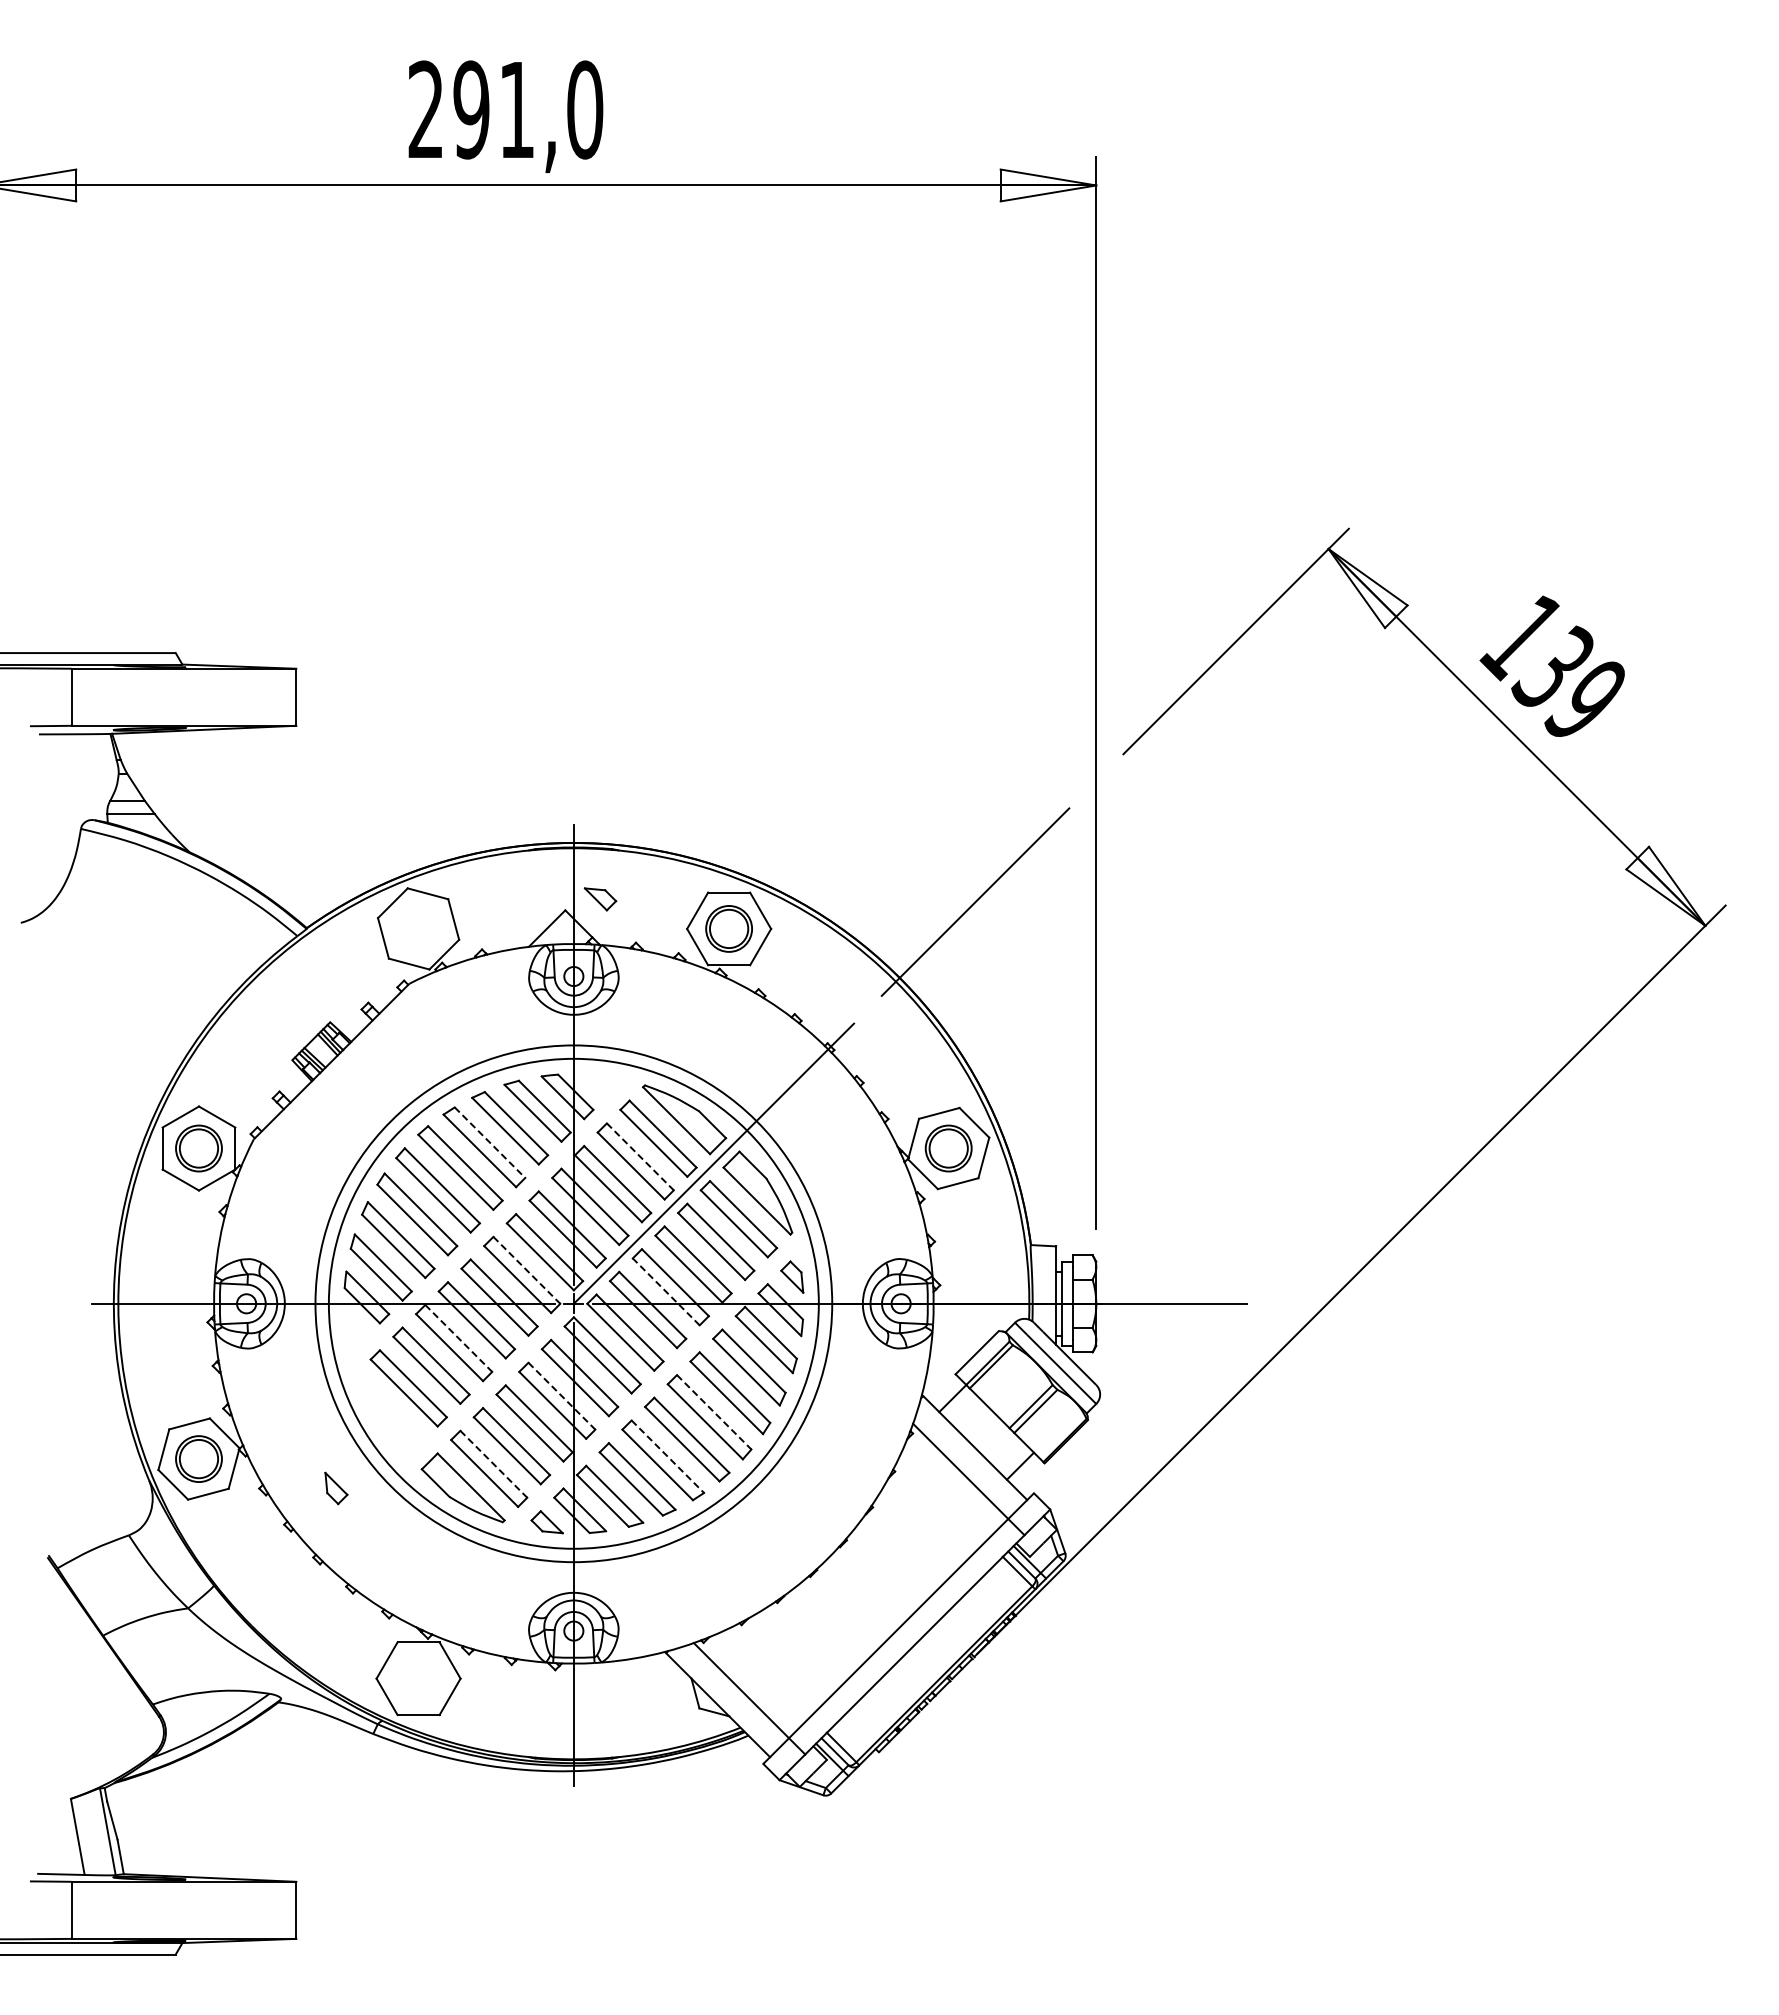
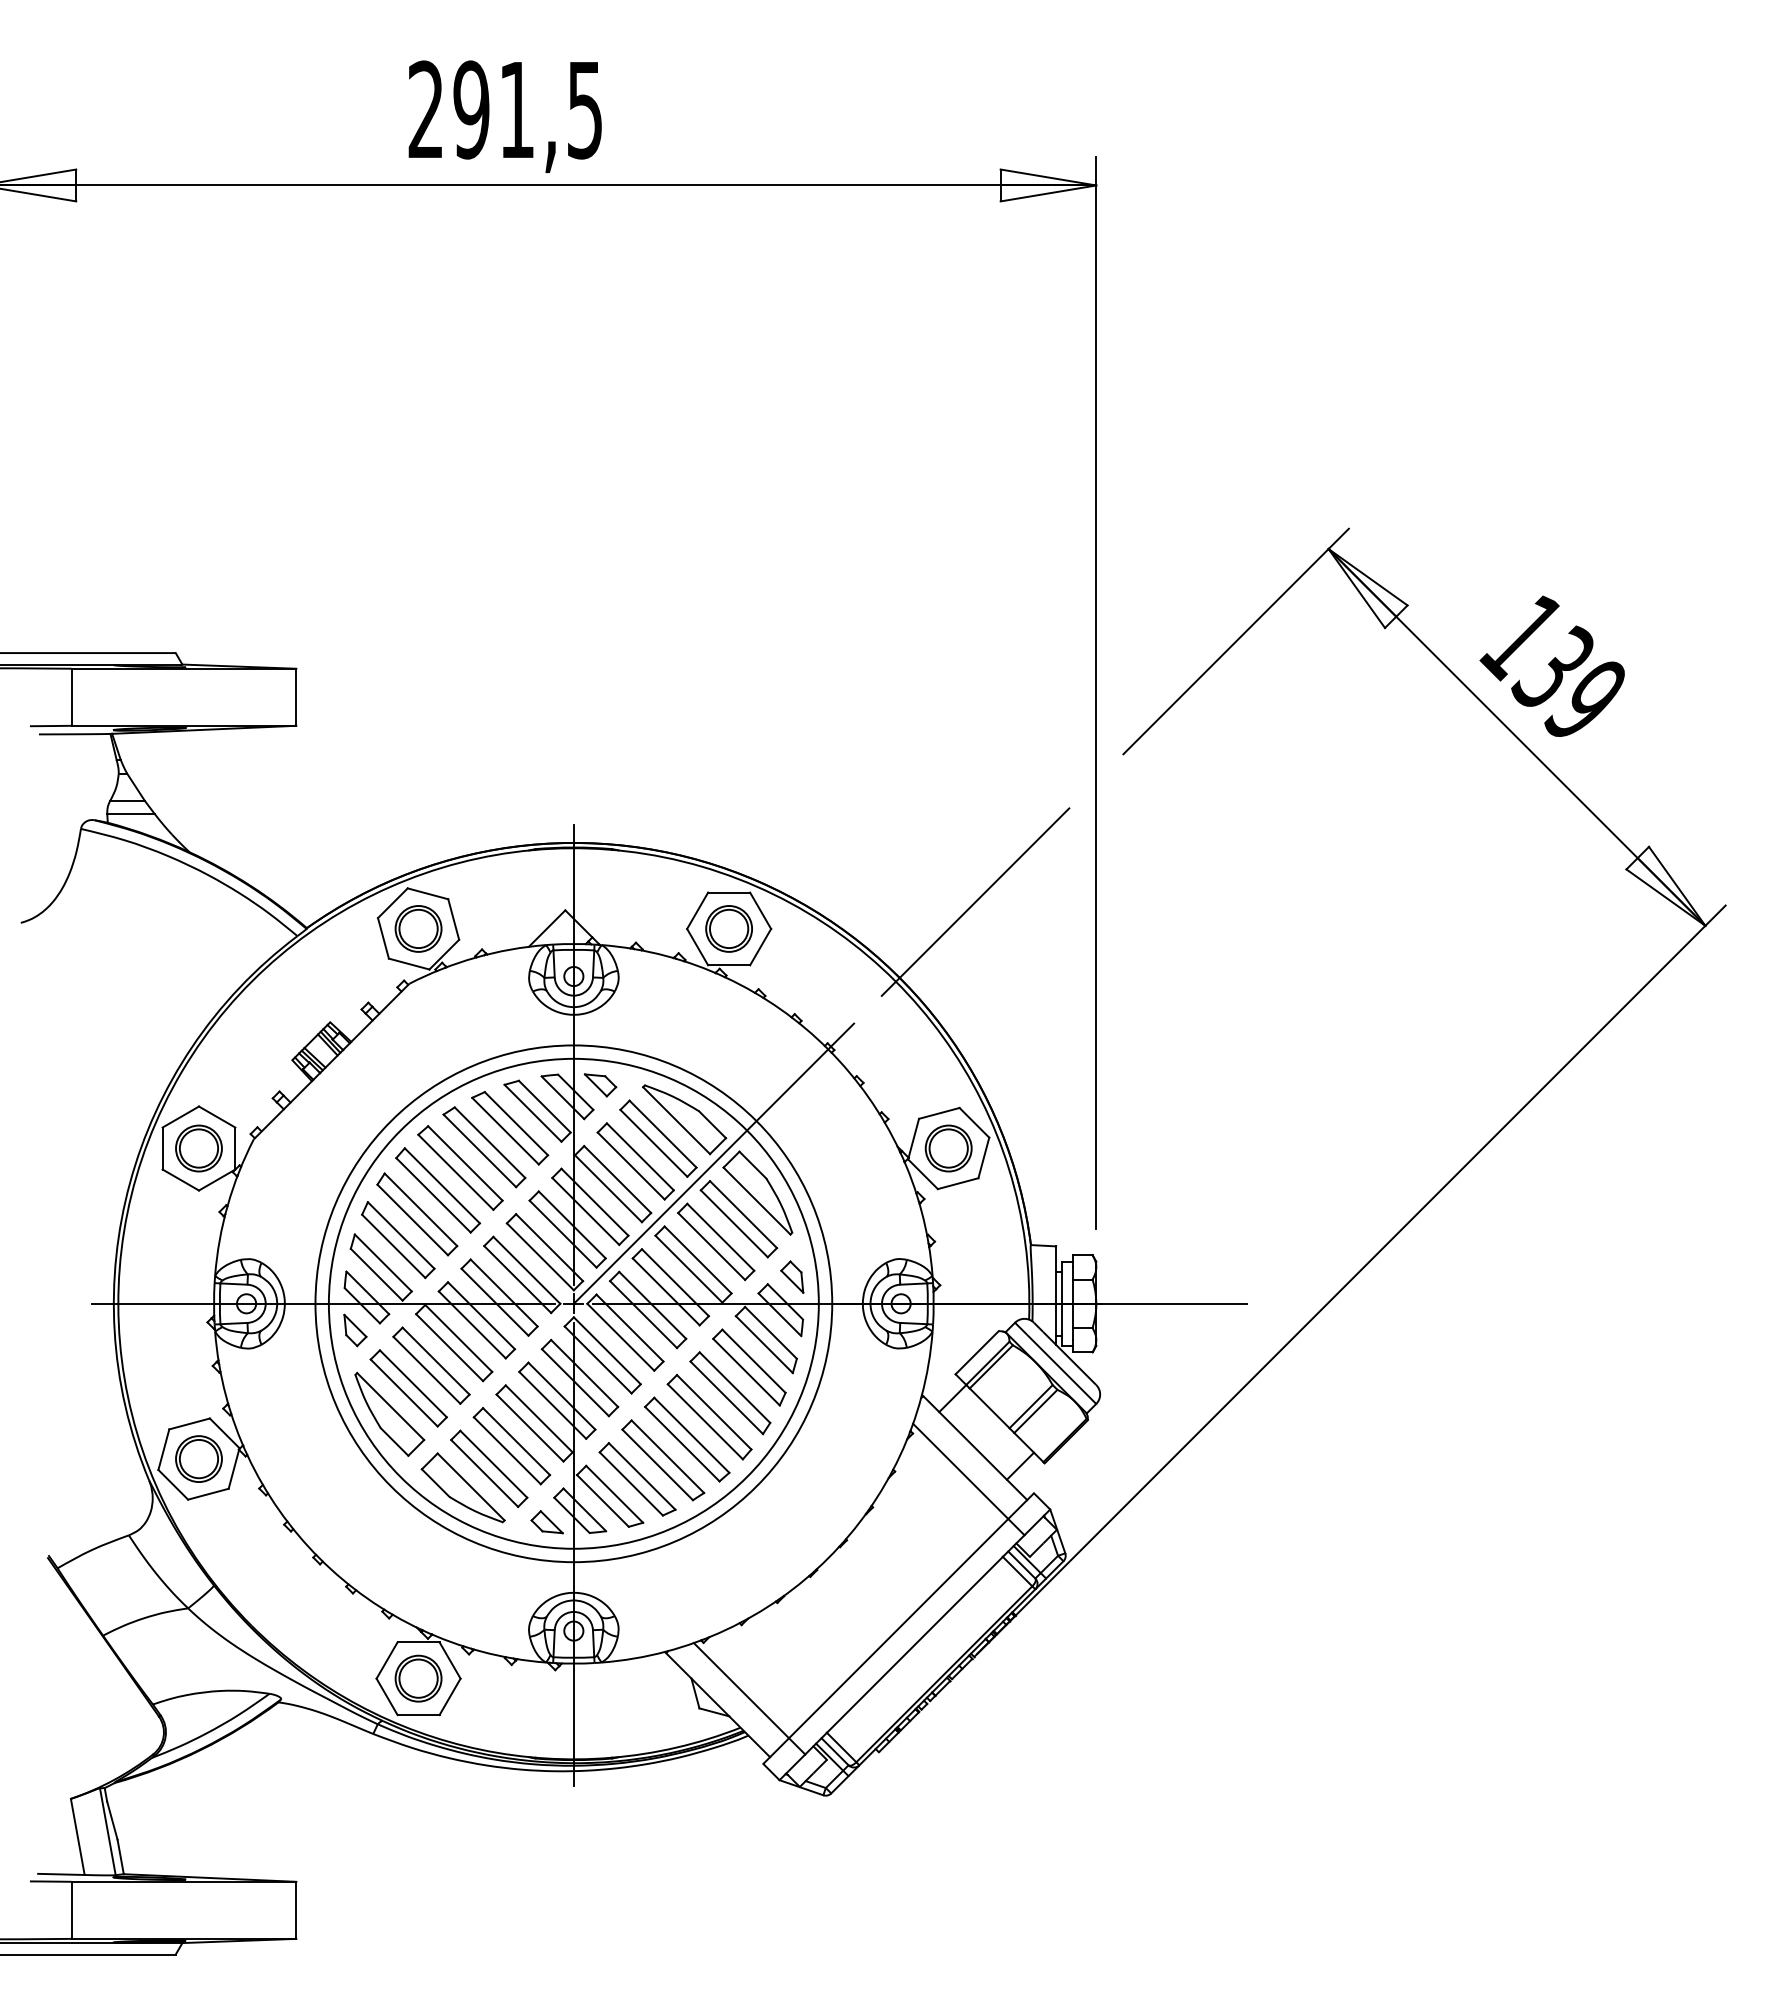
text at (585, 109): 291,0 -> 291,5
part at (600, 899) position: (600, 899) -> (600, 1085)
part at (418, 928): none -> present
line at (490, 1142): dashed -> solid
line at (640, 1157): dashed -> solid
line at (527, 1270): dashed -> solid
line at (665, 1291): dashed -> solid
line at (459, 1338): dashed -> solid
line at (562, 1396): dashed -> solid
line at (714, 1412): dashed -> solid
part at (389, 1413): none -> present
line at (668, 1457): dashed -> solid
line at (494, 1464): dashed -> solid
part at (336, 1488) position: (336, 1488) -> (355, 1330)
part at (418, 1678): none -> present
